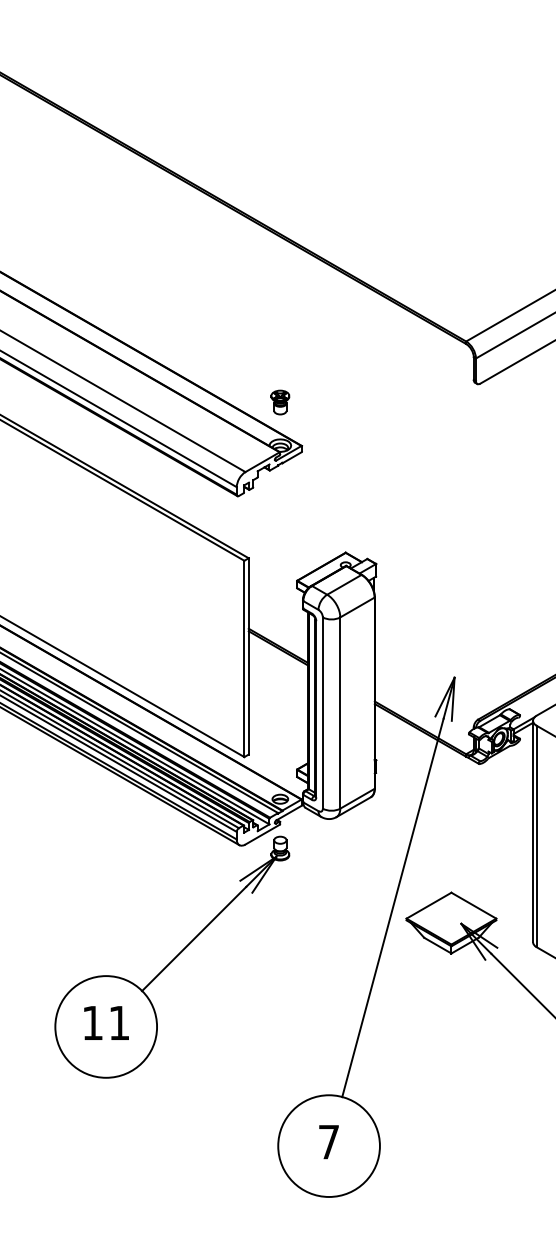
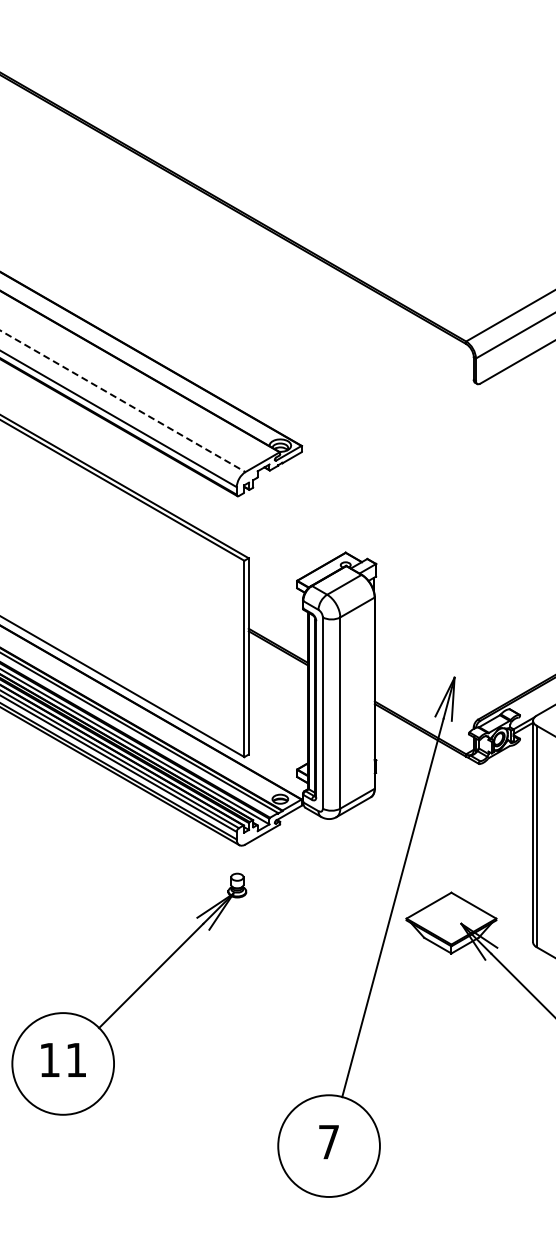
line at (123, 401): solid -> dashed
part at (280, 402): present -> none
part at (172, 956) position: (172, 956) -> (129, 993)
